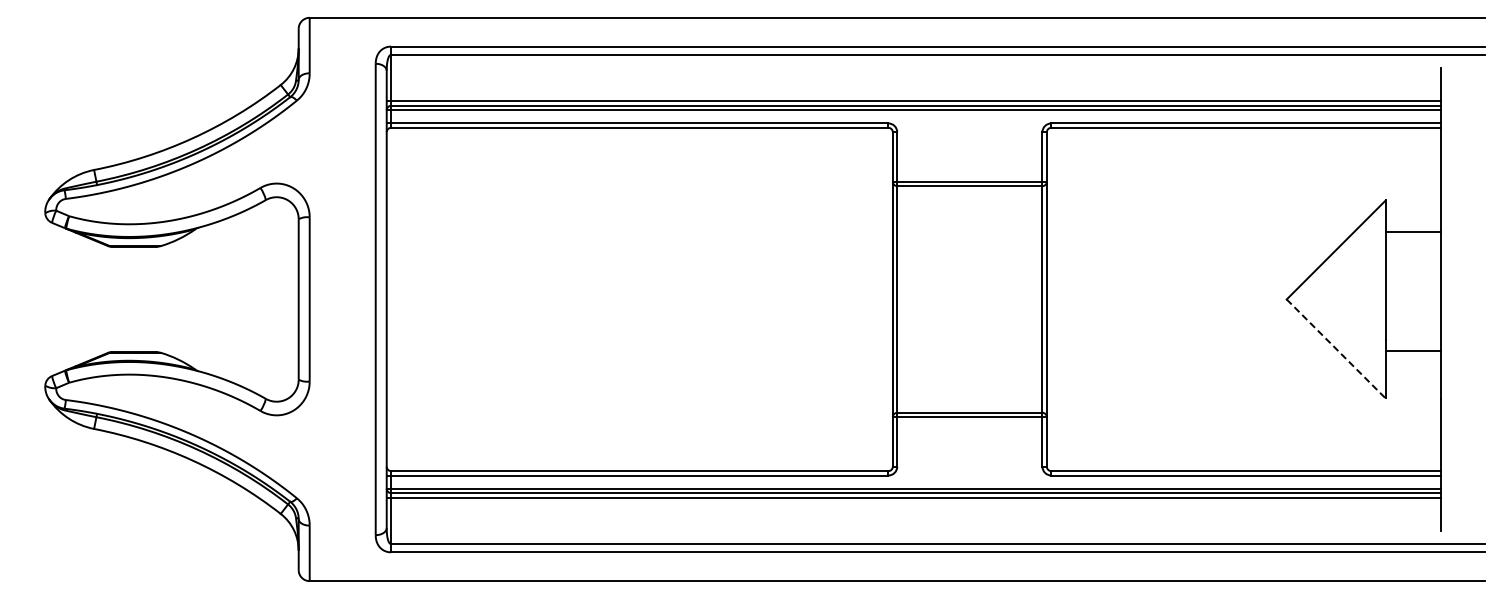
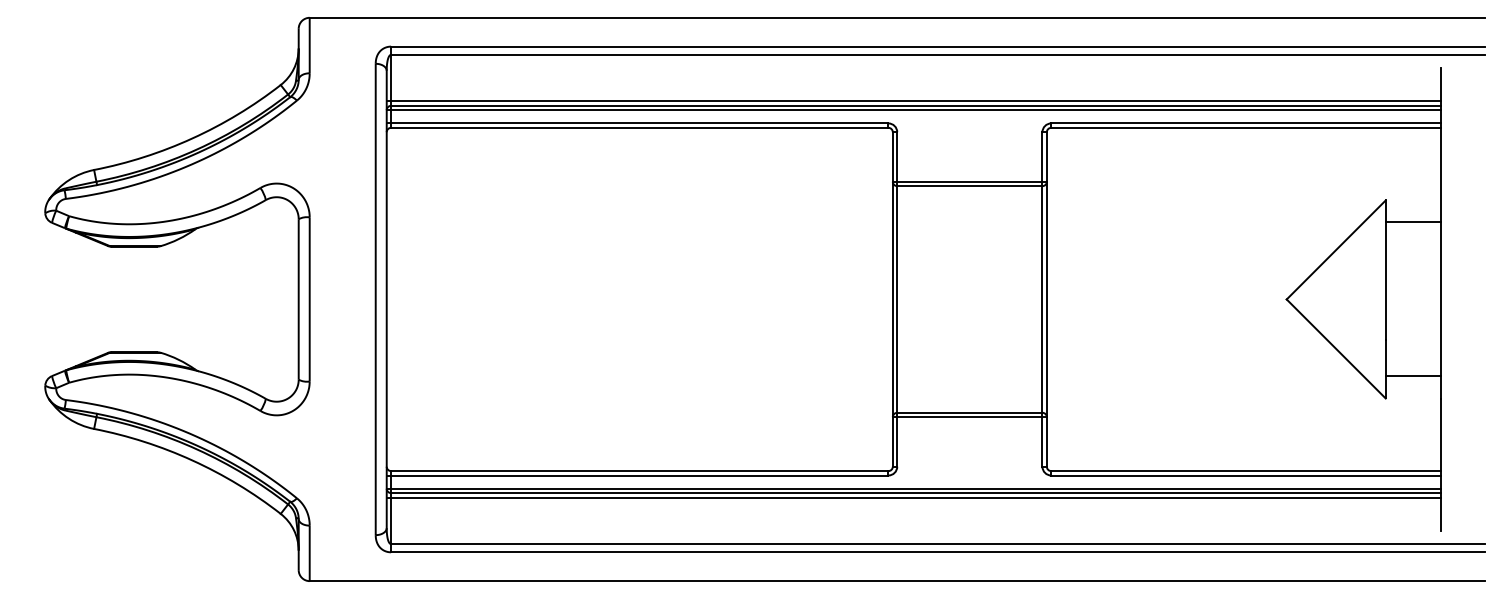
line at (1412, 232) position: (1412, 232) -> (1412, 222)
line at (1336, 349): dashed -> solid
line at (1412, 351) position: (1412, 351) -> (1412, 376)
